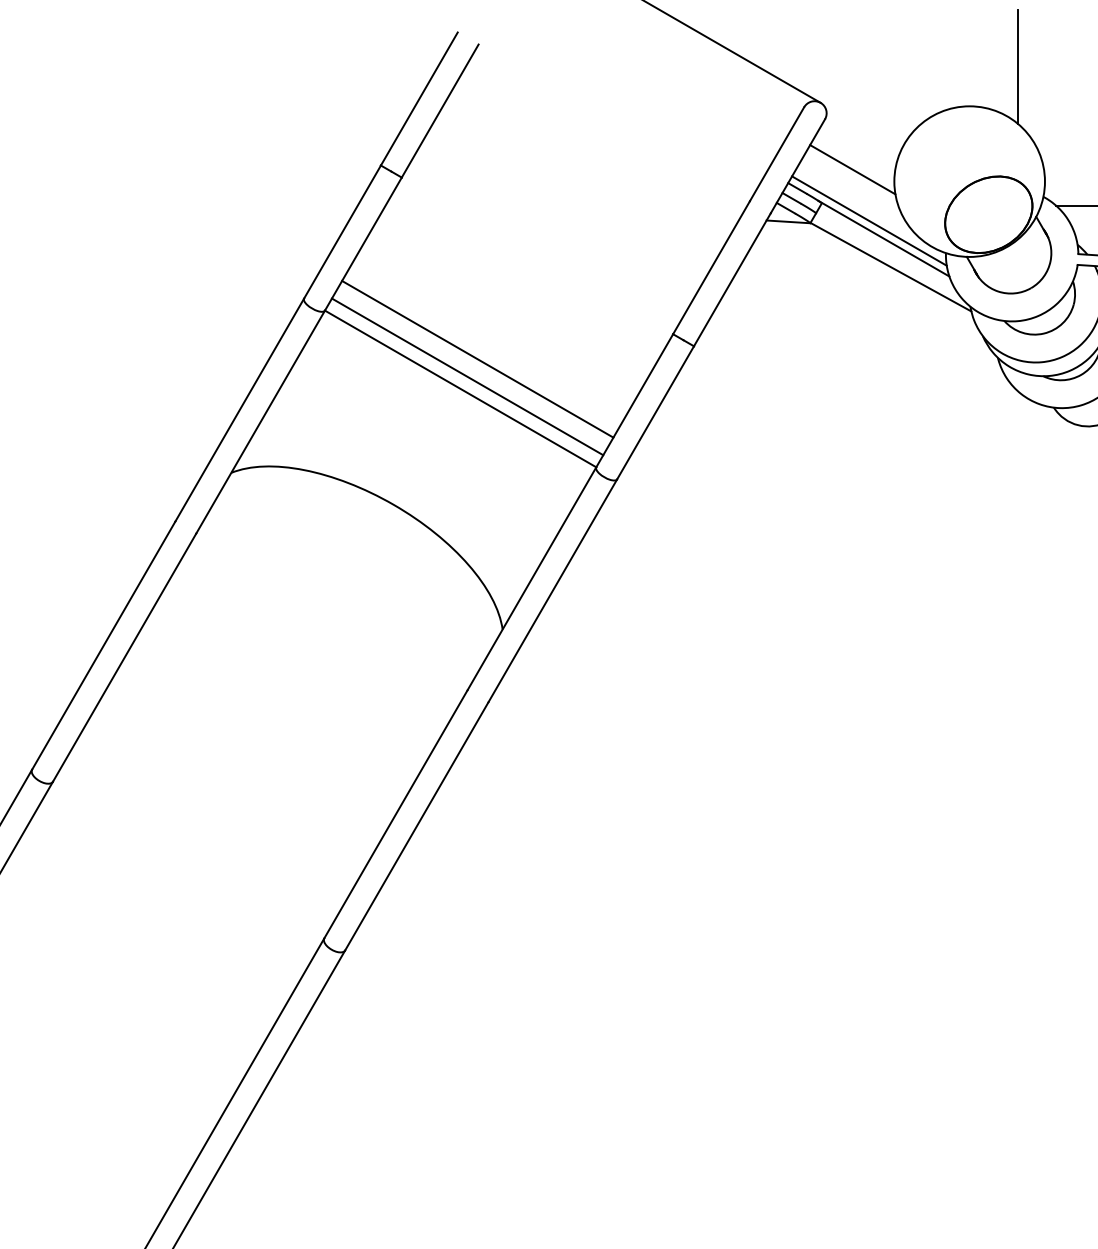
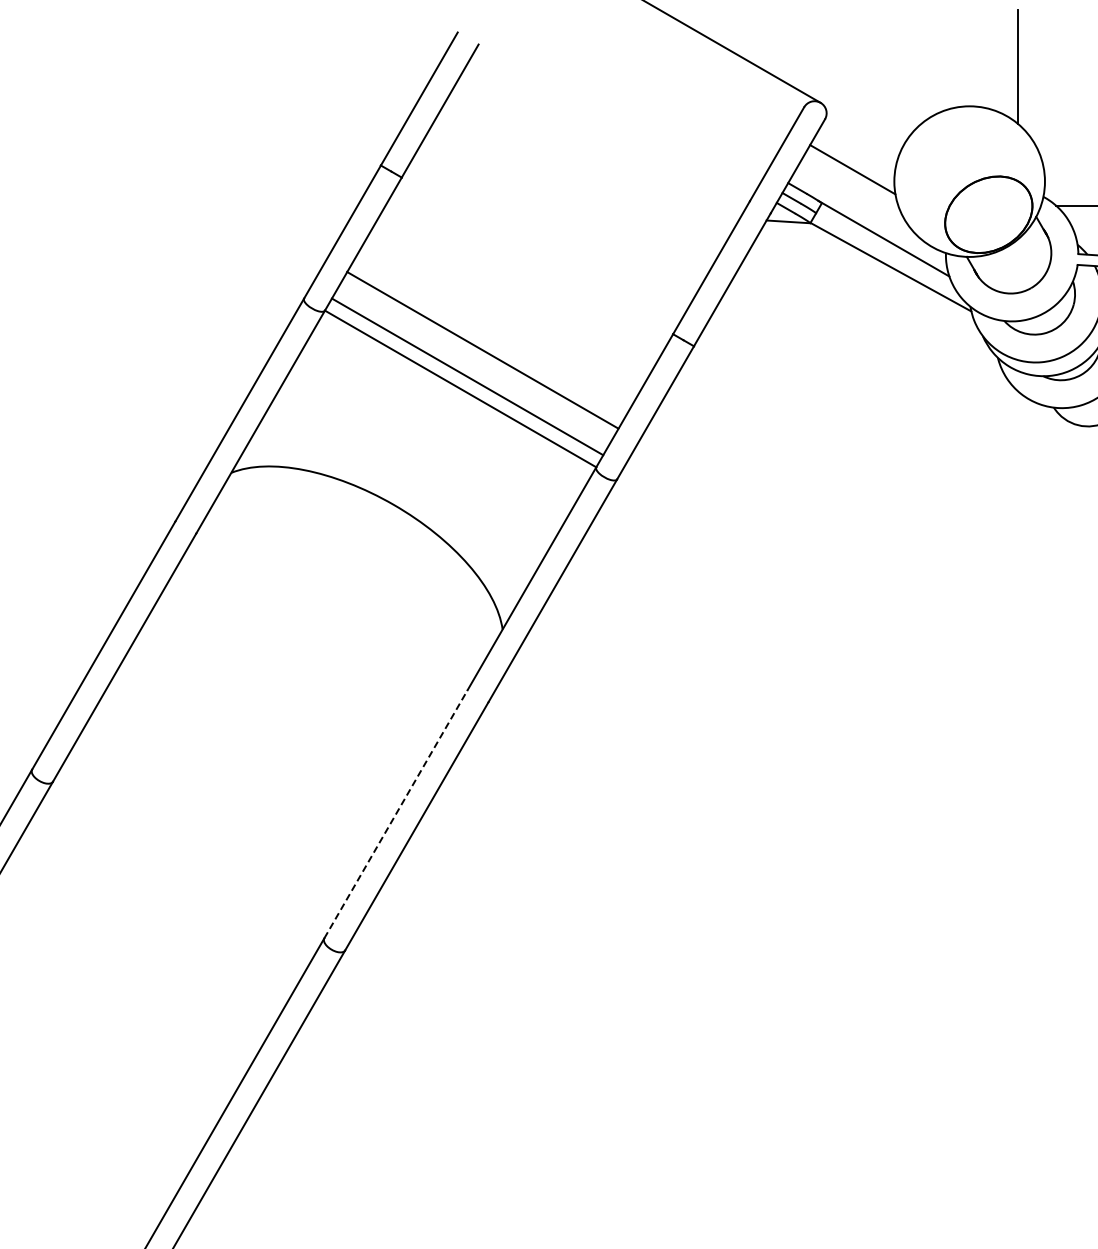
line at (869, 220): present -> none
line at (477, 358) position: (477, 358) -> (482, 349)
line at (396, 813): solid -> dashed
